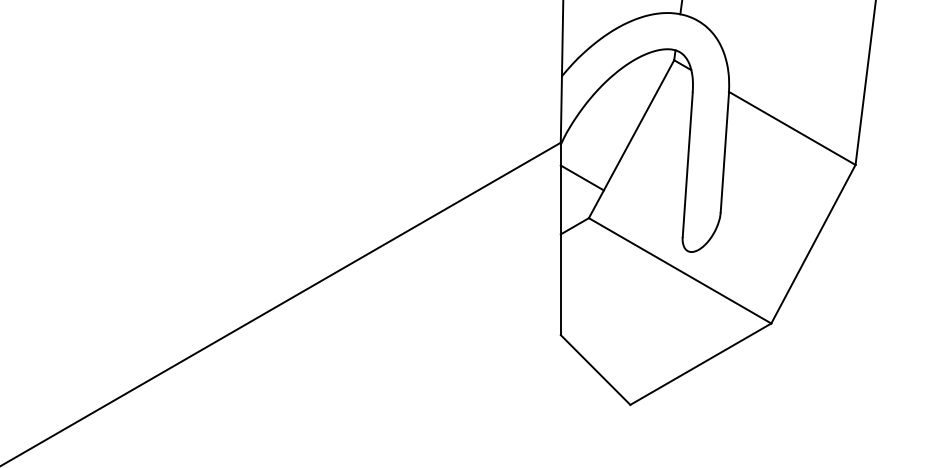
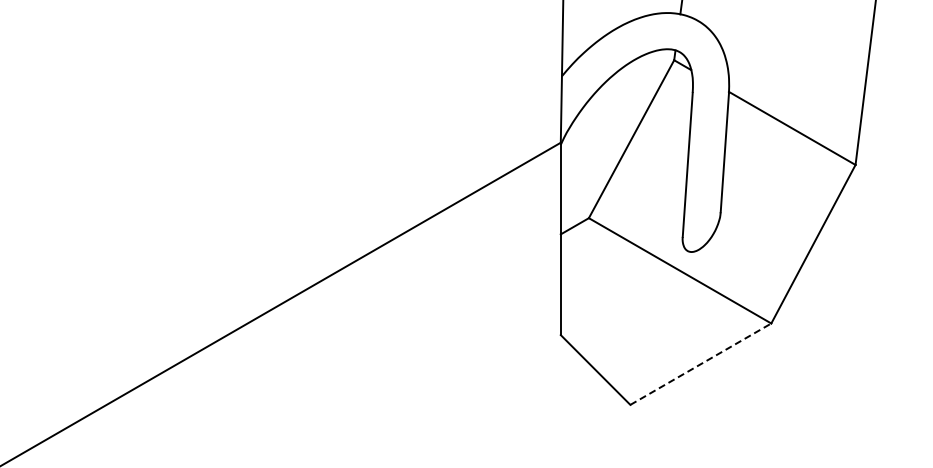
line at (581, 177): present -> none
line at (701, 363): solid -> dashed
